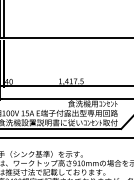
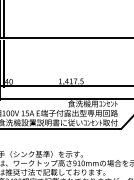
line at (66, 138): present -> none
